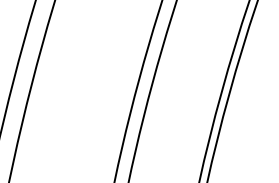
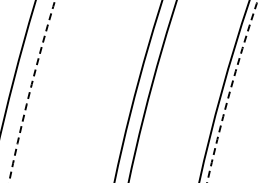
arc at (30, 90): solid -> dashed
arc at (230, 91): solid -> dashed
